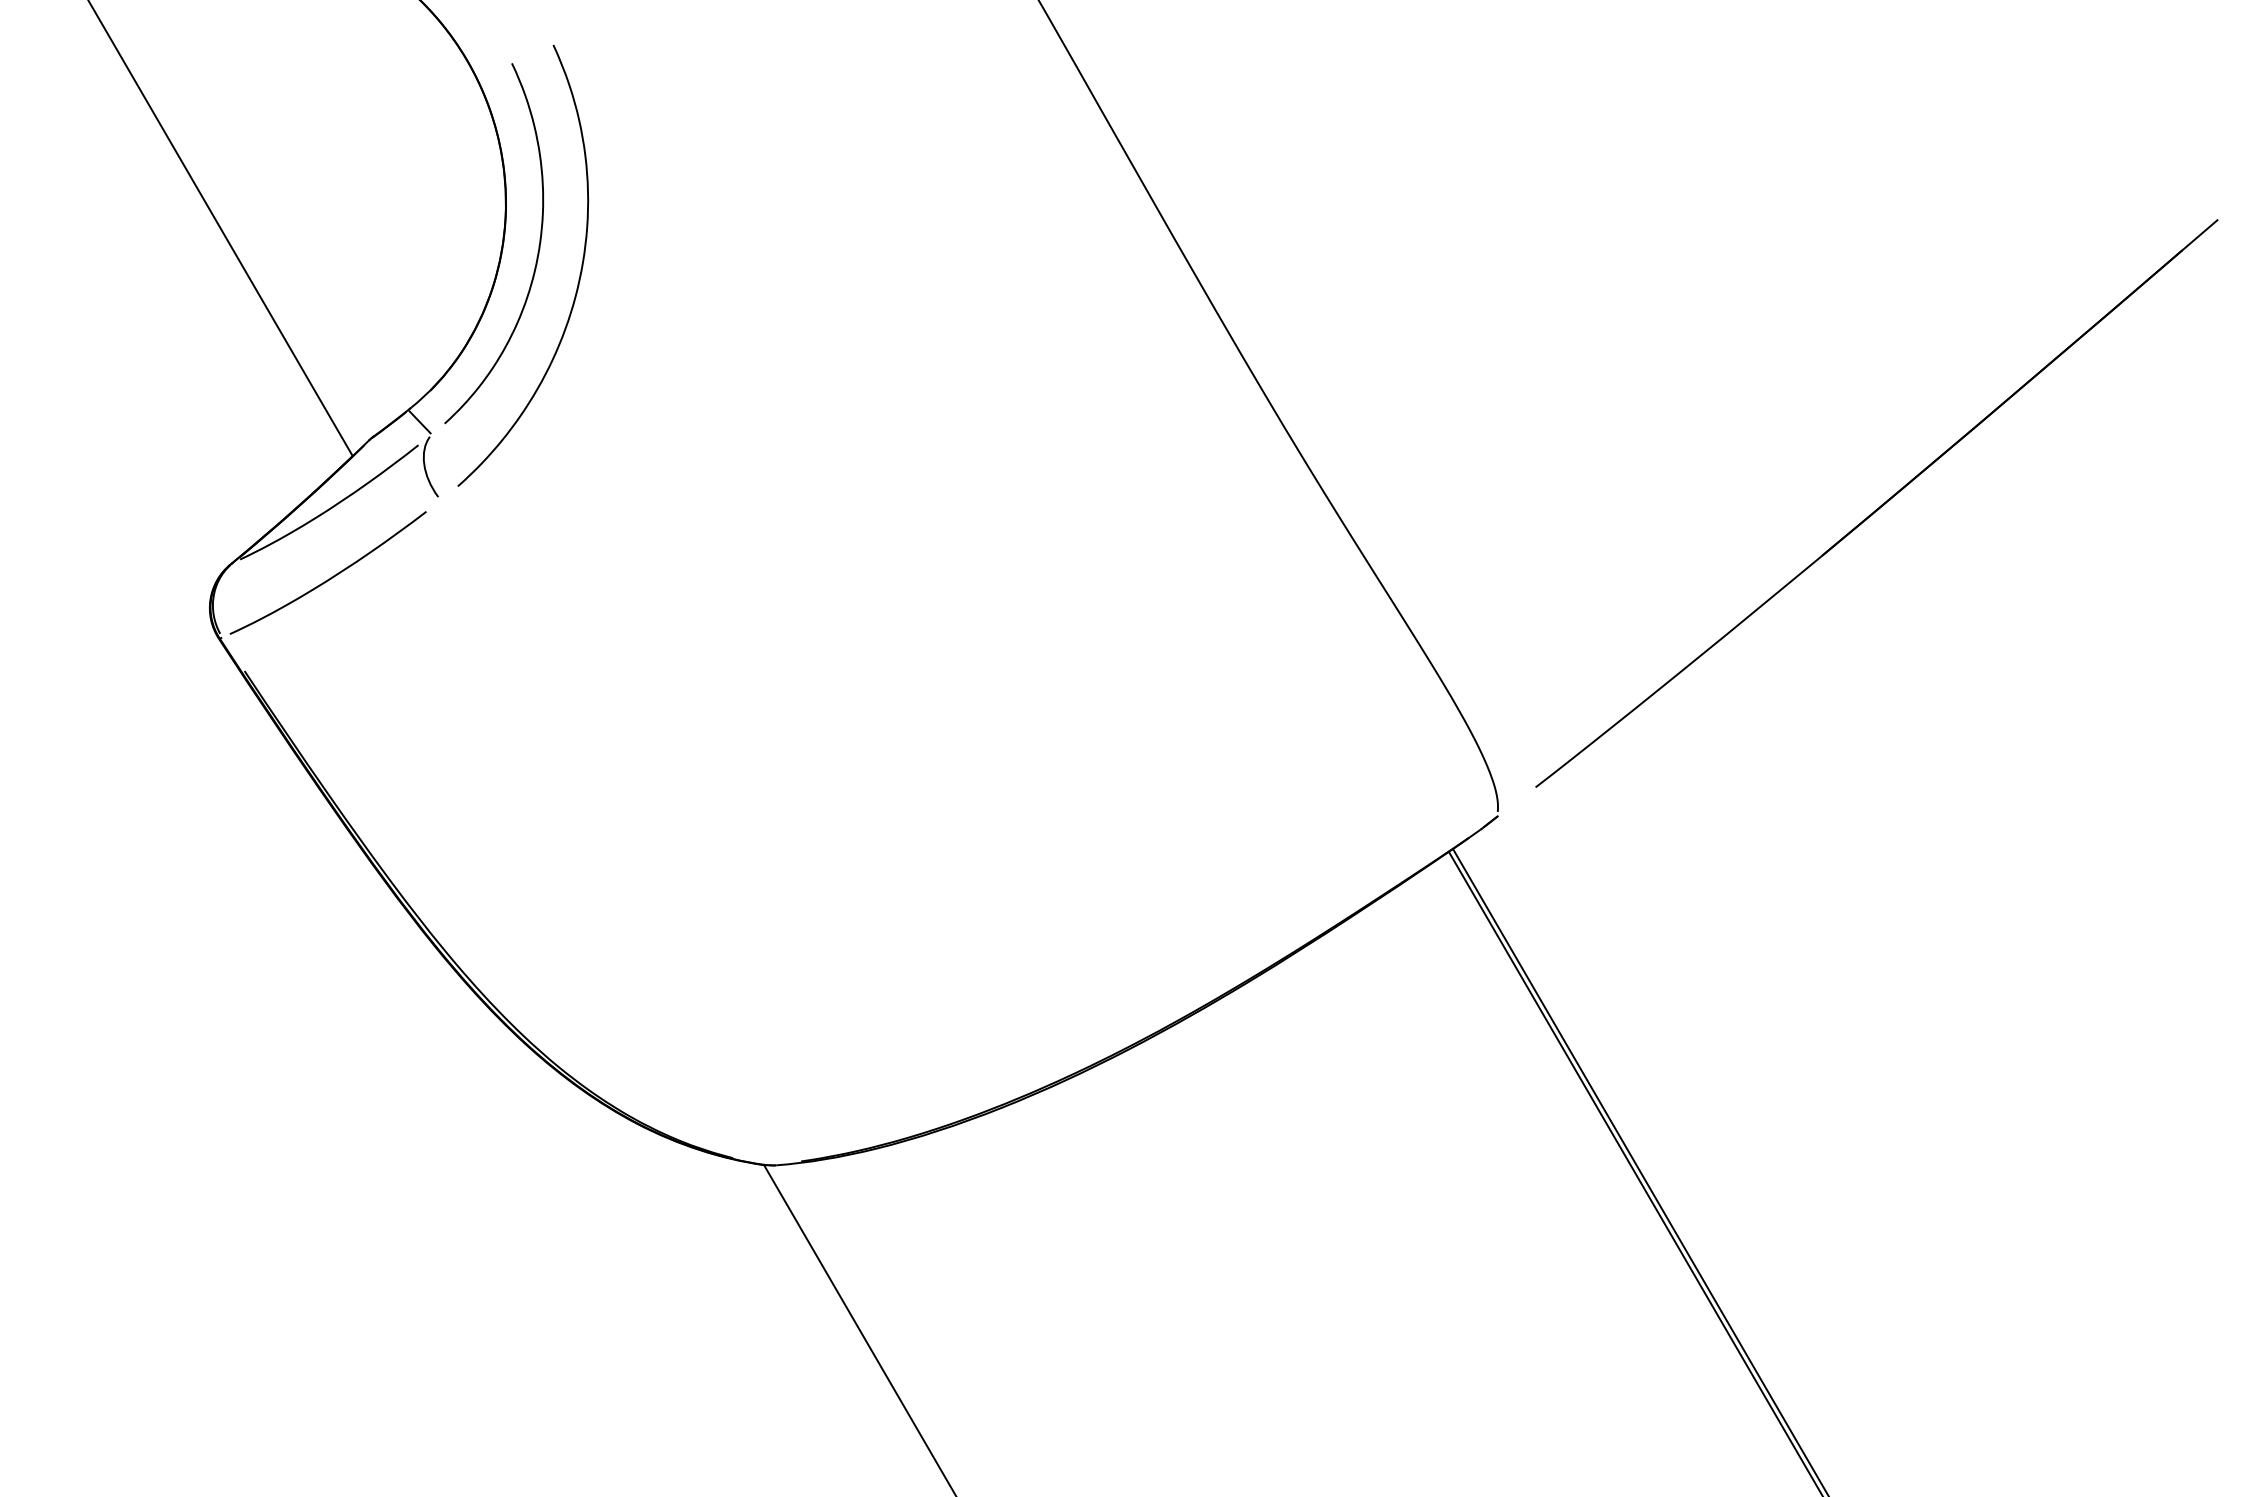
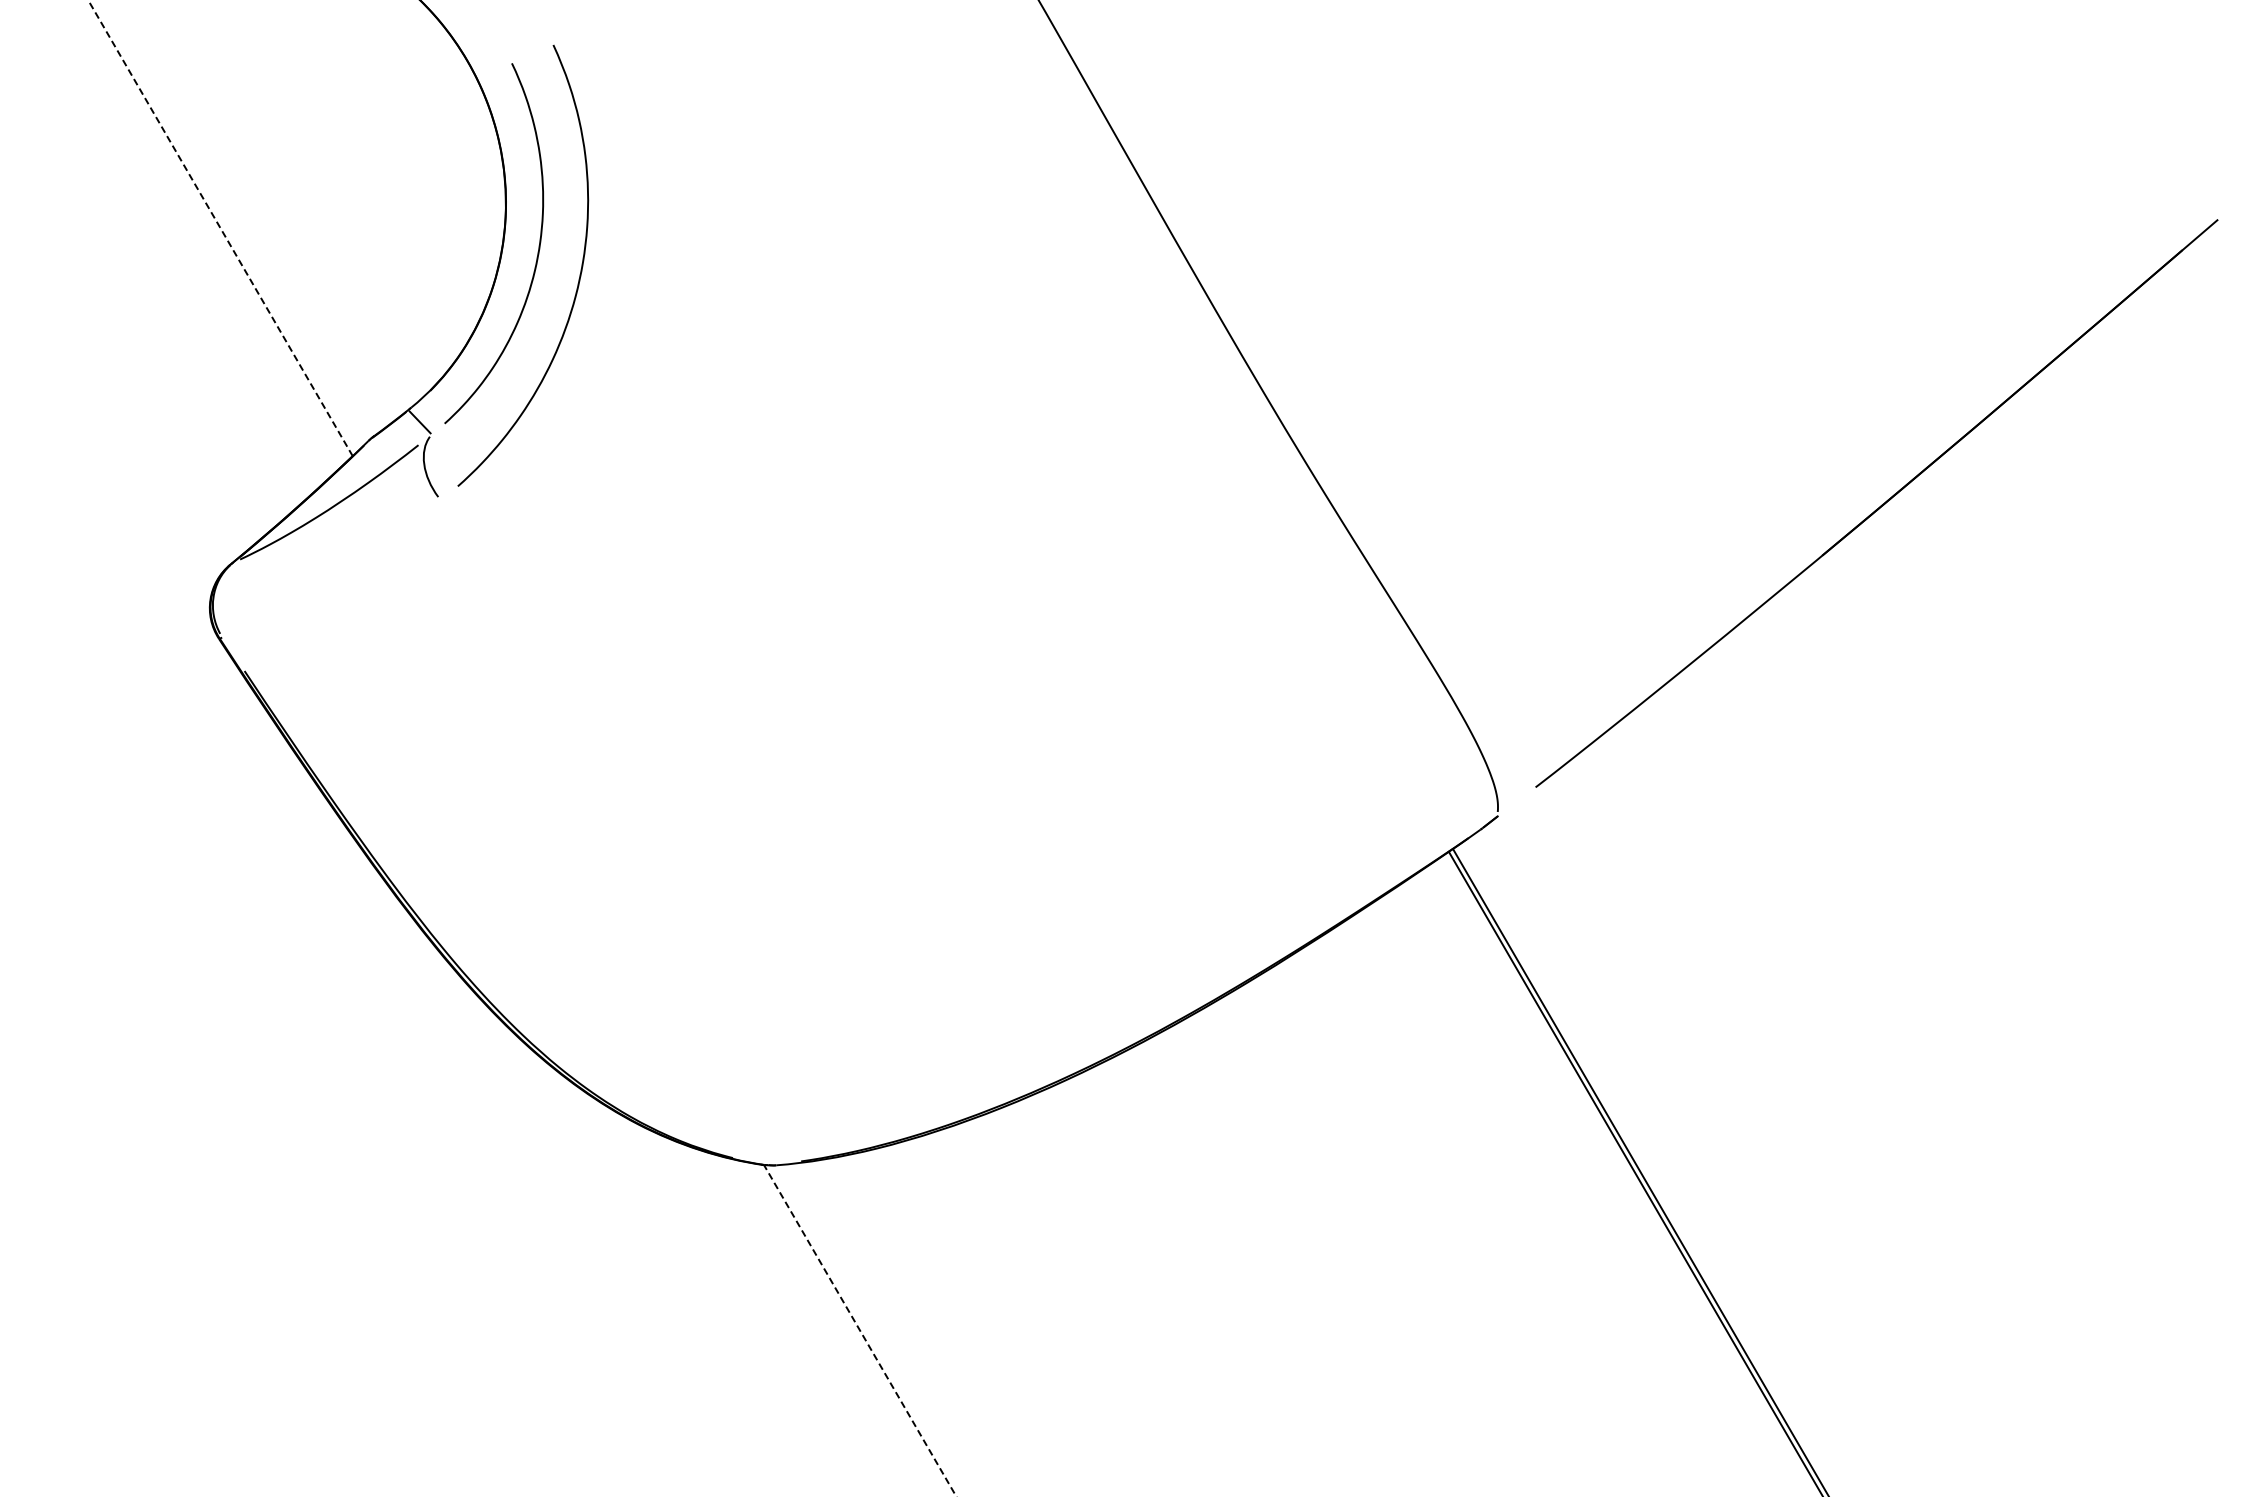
line at (220, 228): solid -> dashed
curve at (330, 577): present -> none
line at (860, 1330): solid -> dashed
